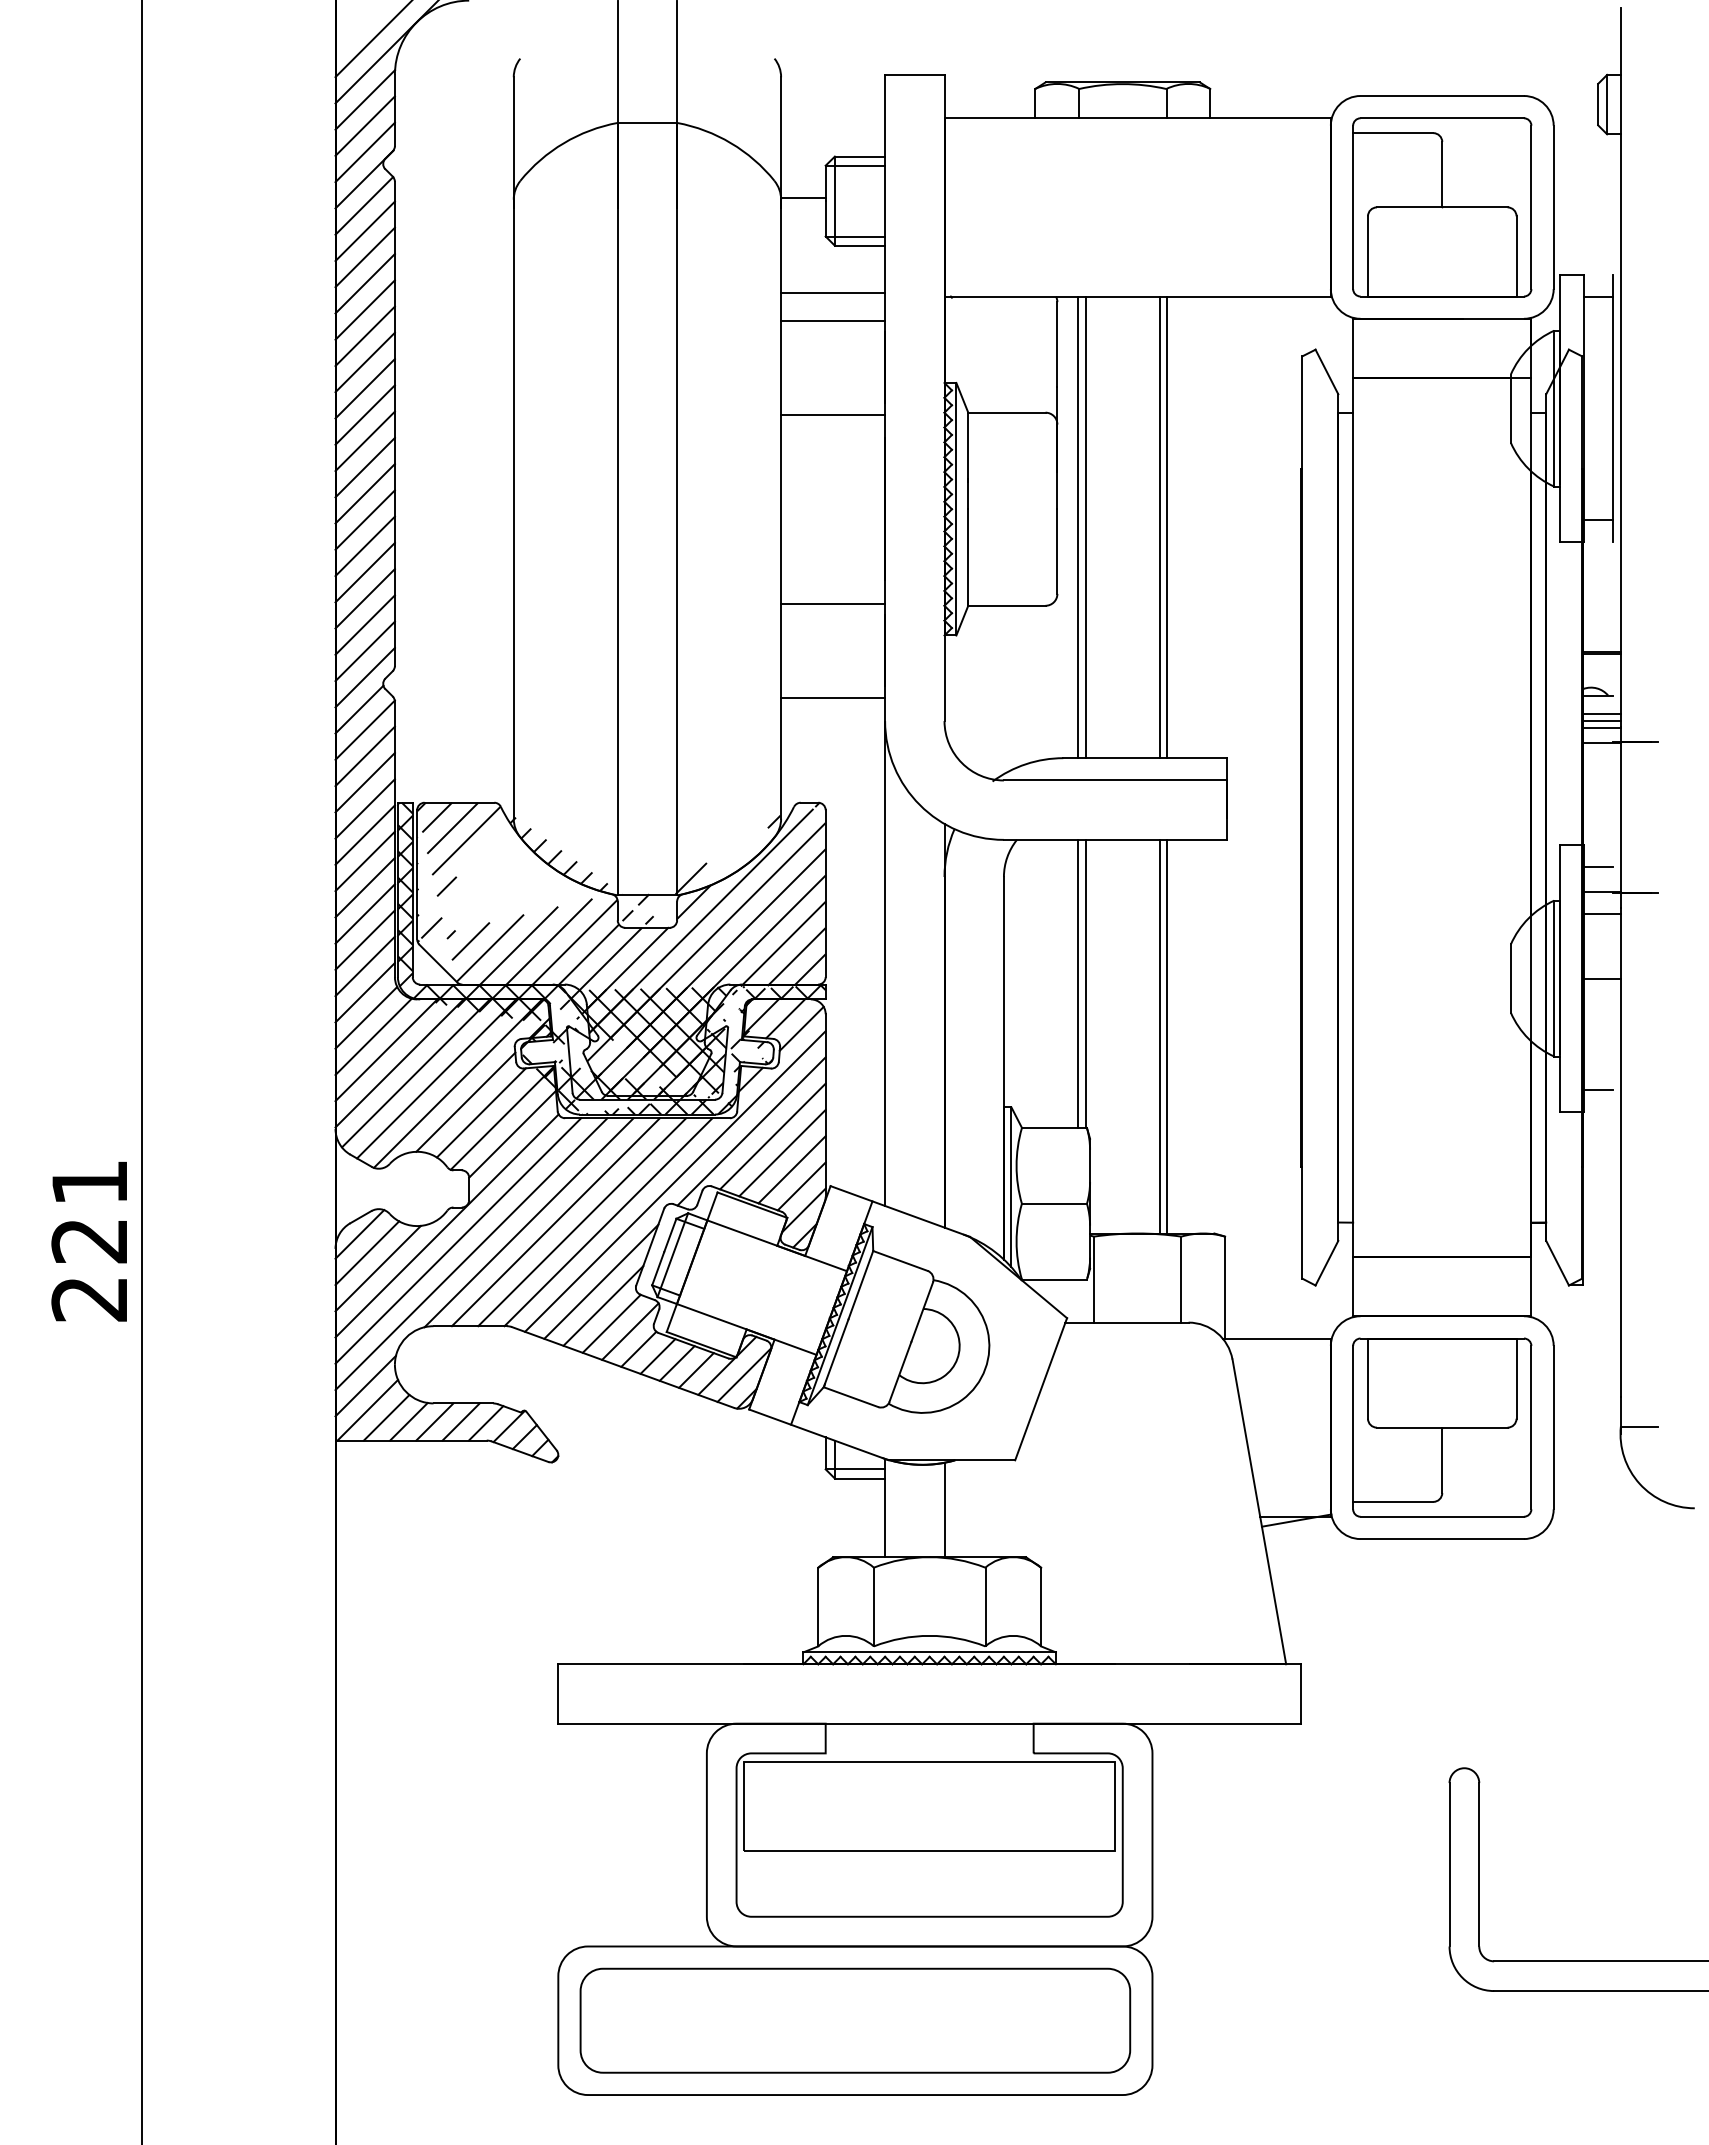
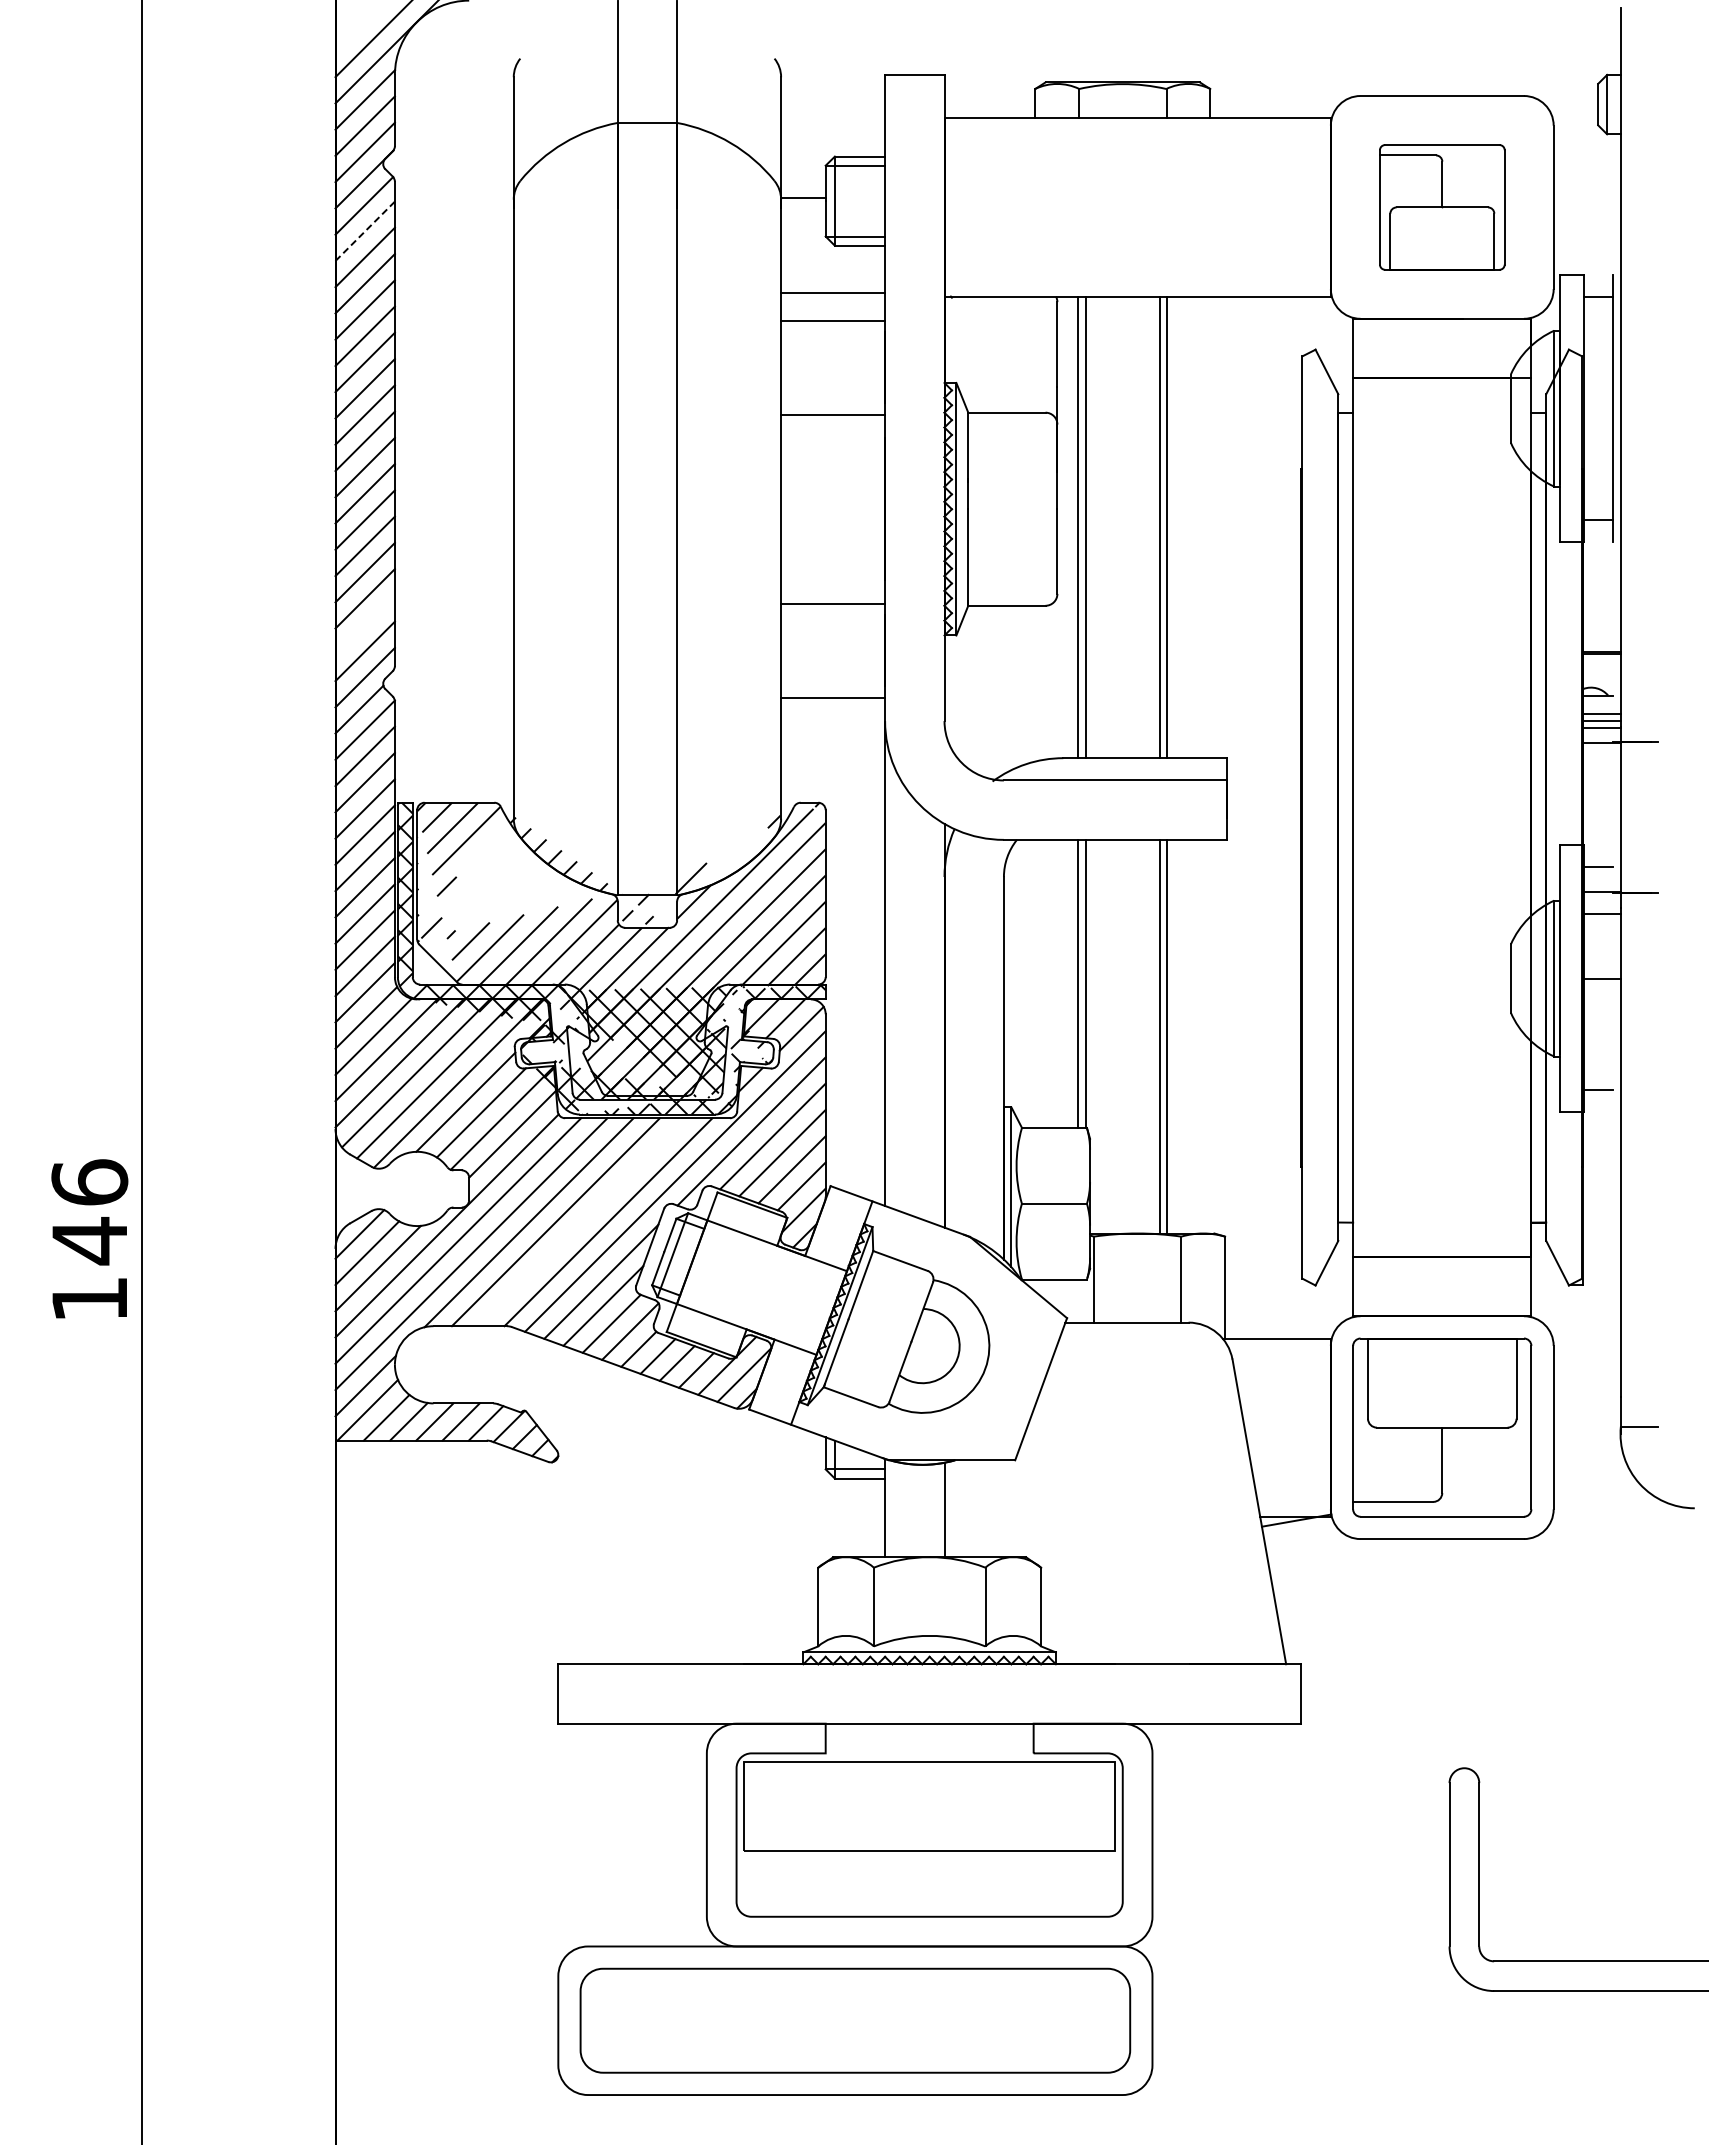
part at (1442, 207) size: 181x181 px -> 127x127 px
line at (365, 230): solid -> dashed
line at (364, 624): present -> none
line at (582, 1222): present -> none
text at (89, 1240): 221 -> 146
